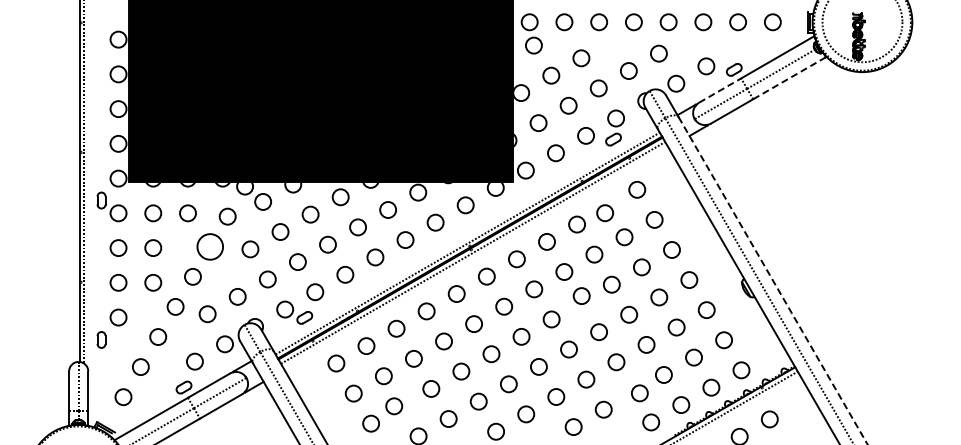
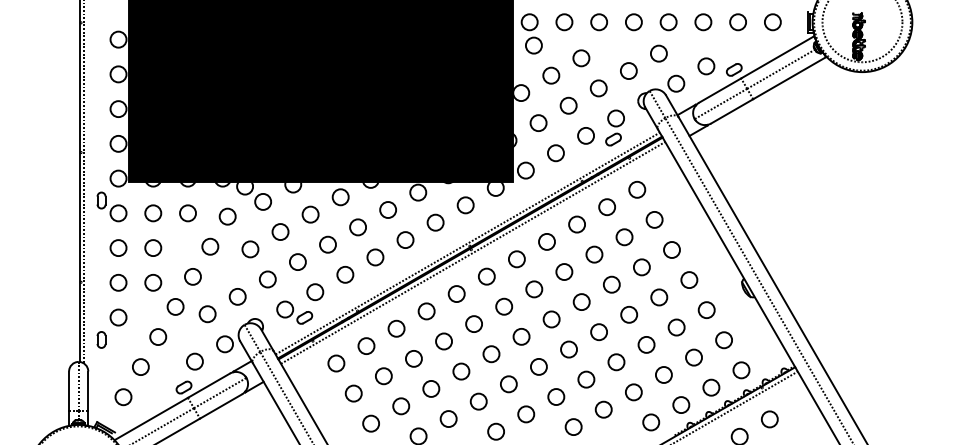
line at (789, 78): dashed -> solid
line at (720, 90): dashed -> solid
circle at (604, 213) position: (604, 213) -> (606, 207)
circle at (209, 246) size: 28x28 px -> 19x19 px
line at (773, 281): dashed -> solid
circle at (581, 295) position: (581, 295) -> (581, 301)
circle at (639, 393) position: (639, 393) -> (633, 392)
circle at (394, 406) position: (394, 406) -> (401, 406)
